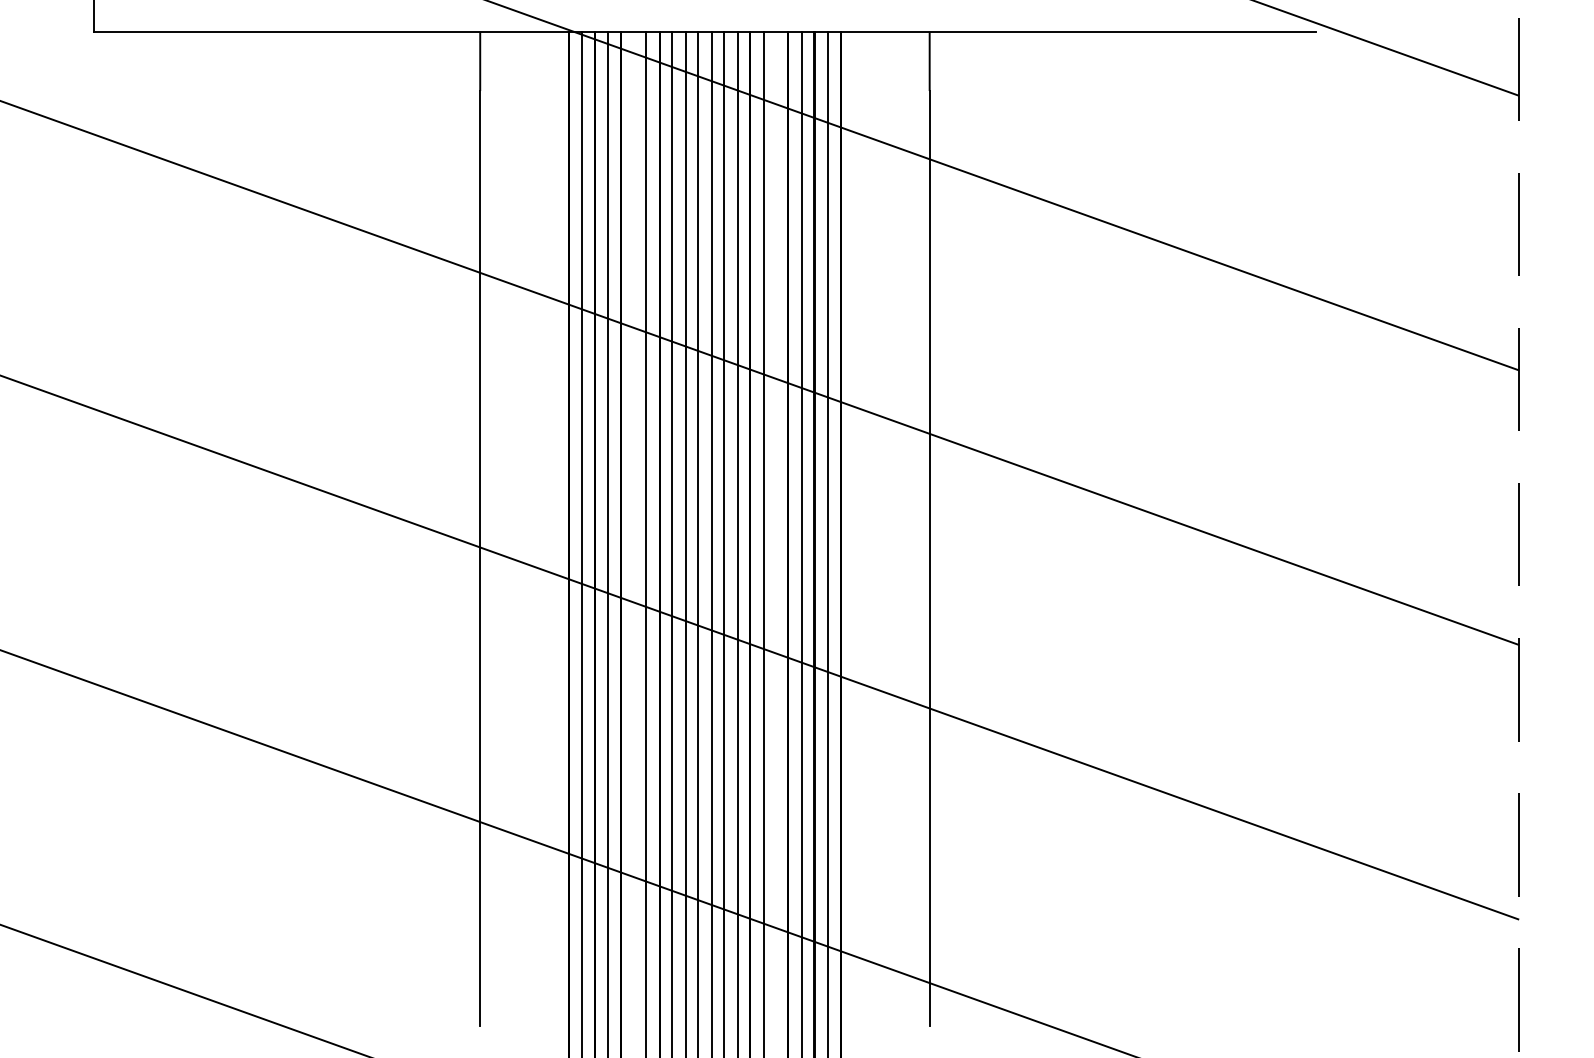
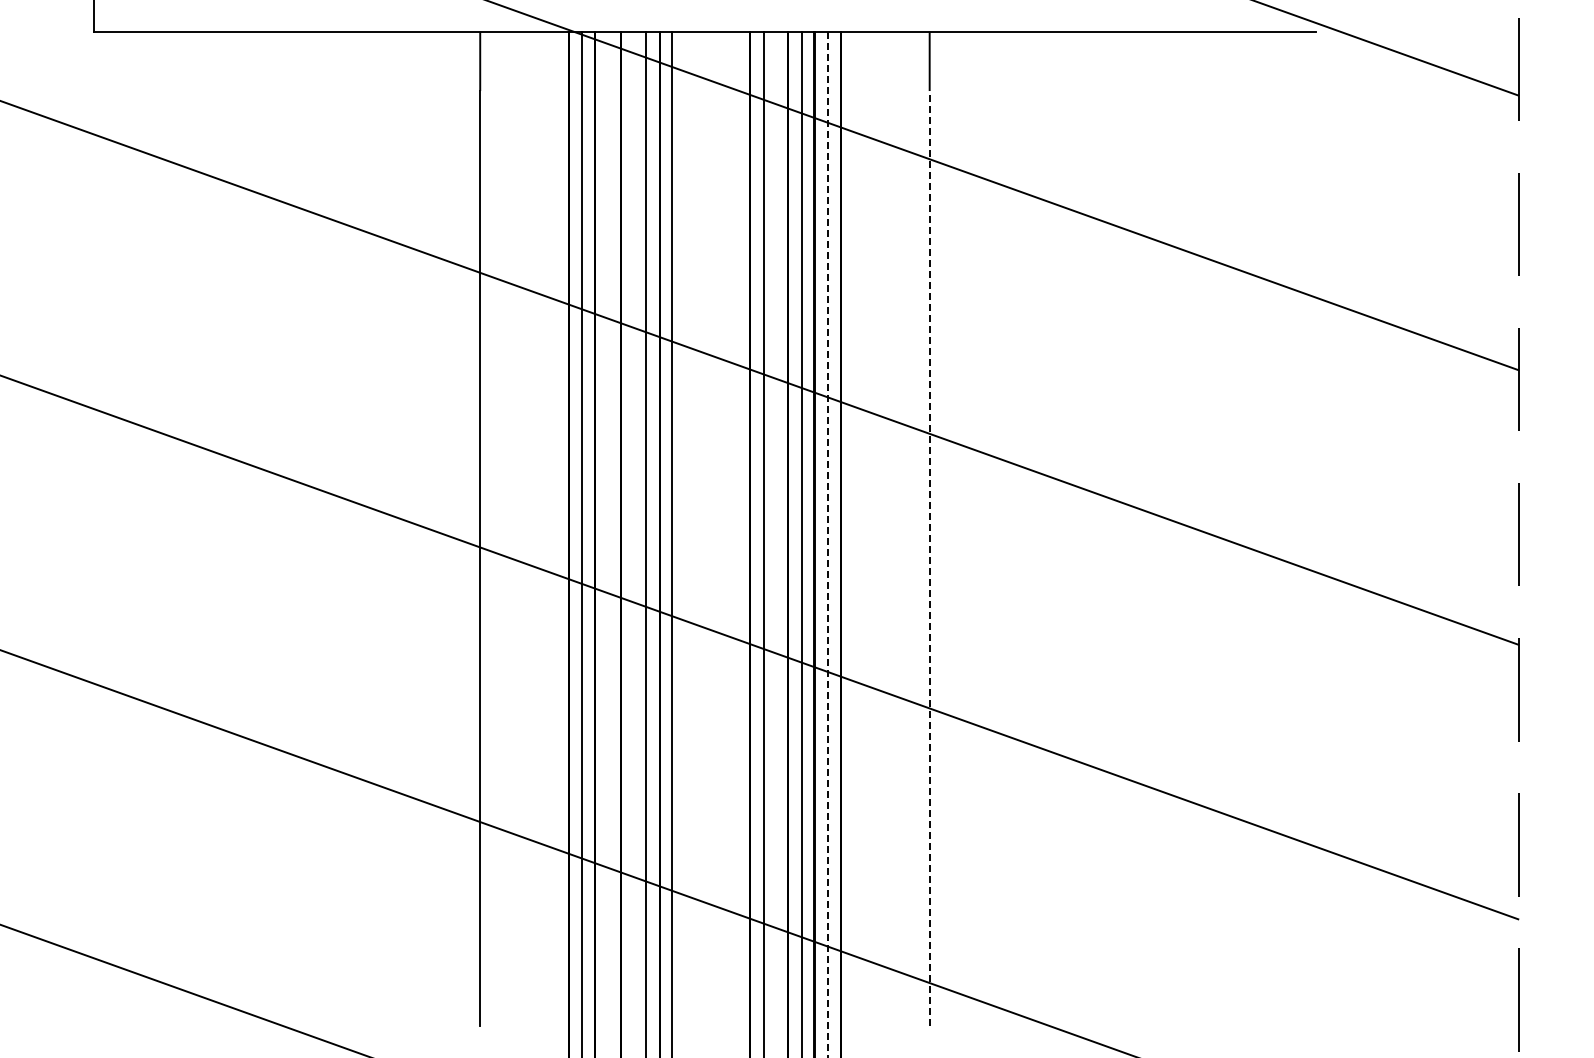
line at (607, 542): present -> none
line at (685, 542): present -> none
line at (698, 542): present -> none
line at (711, 542): present -> none
line at (724, 542): present -> none
line at (737, 542): present -> none
line at (828, 544): solid -> dashed
line at (929, 558): solid -> dashed
